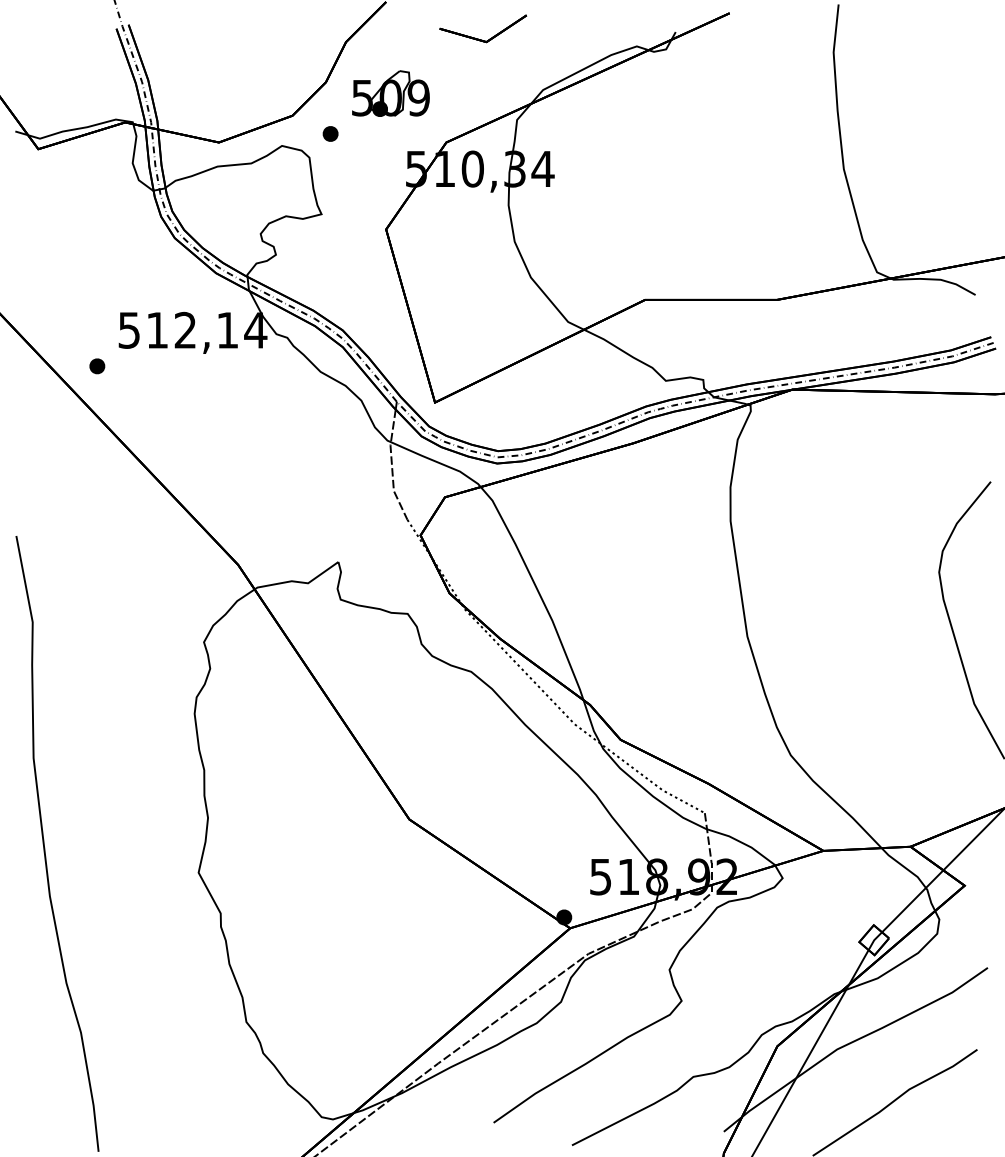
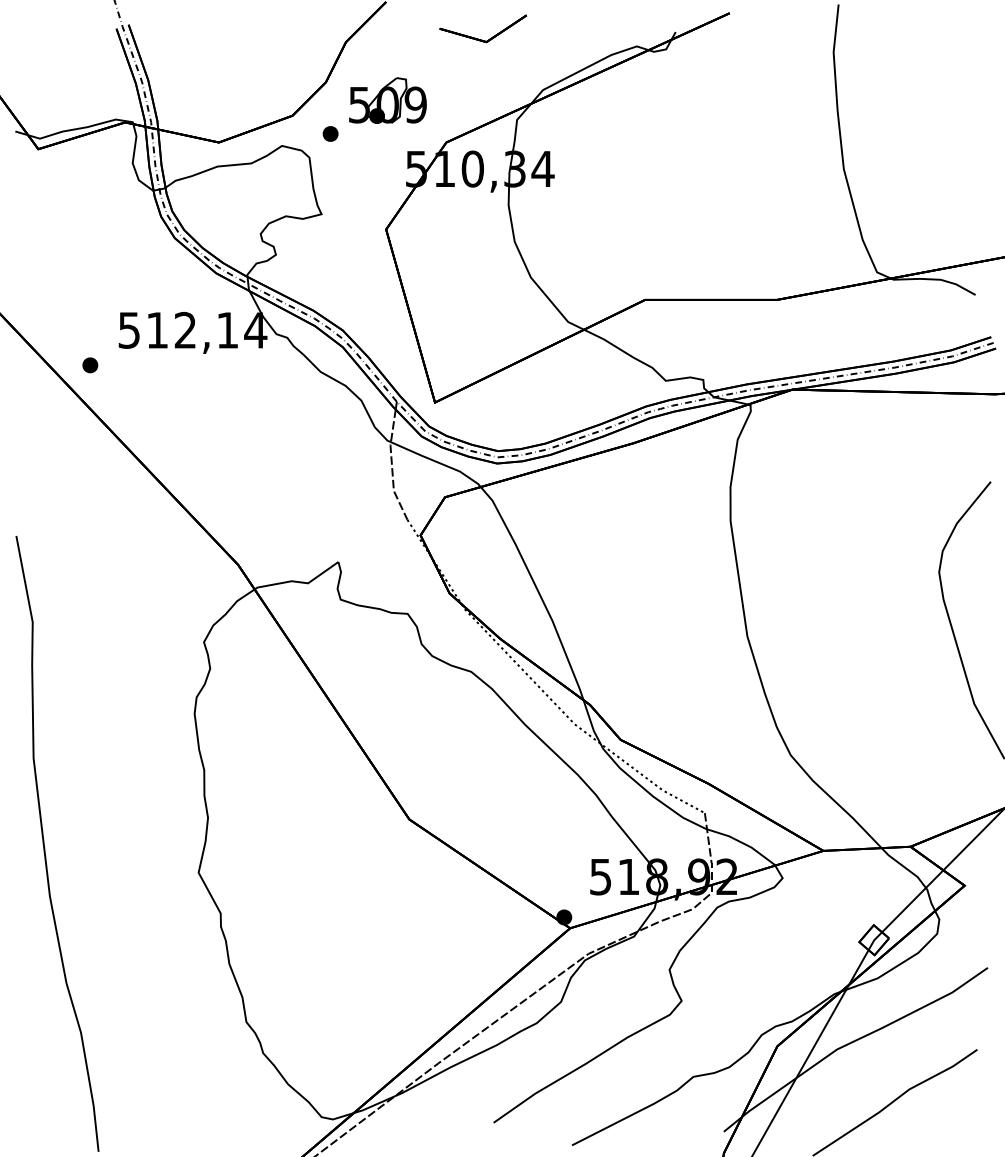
part at (390, 93) position: (390, 93) -> (387, 100)
part at (97, 366) position: (97, 366) -> (90, 365)
